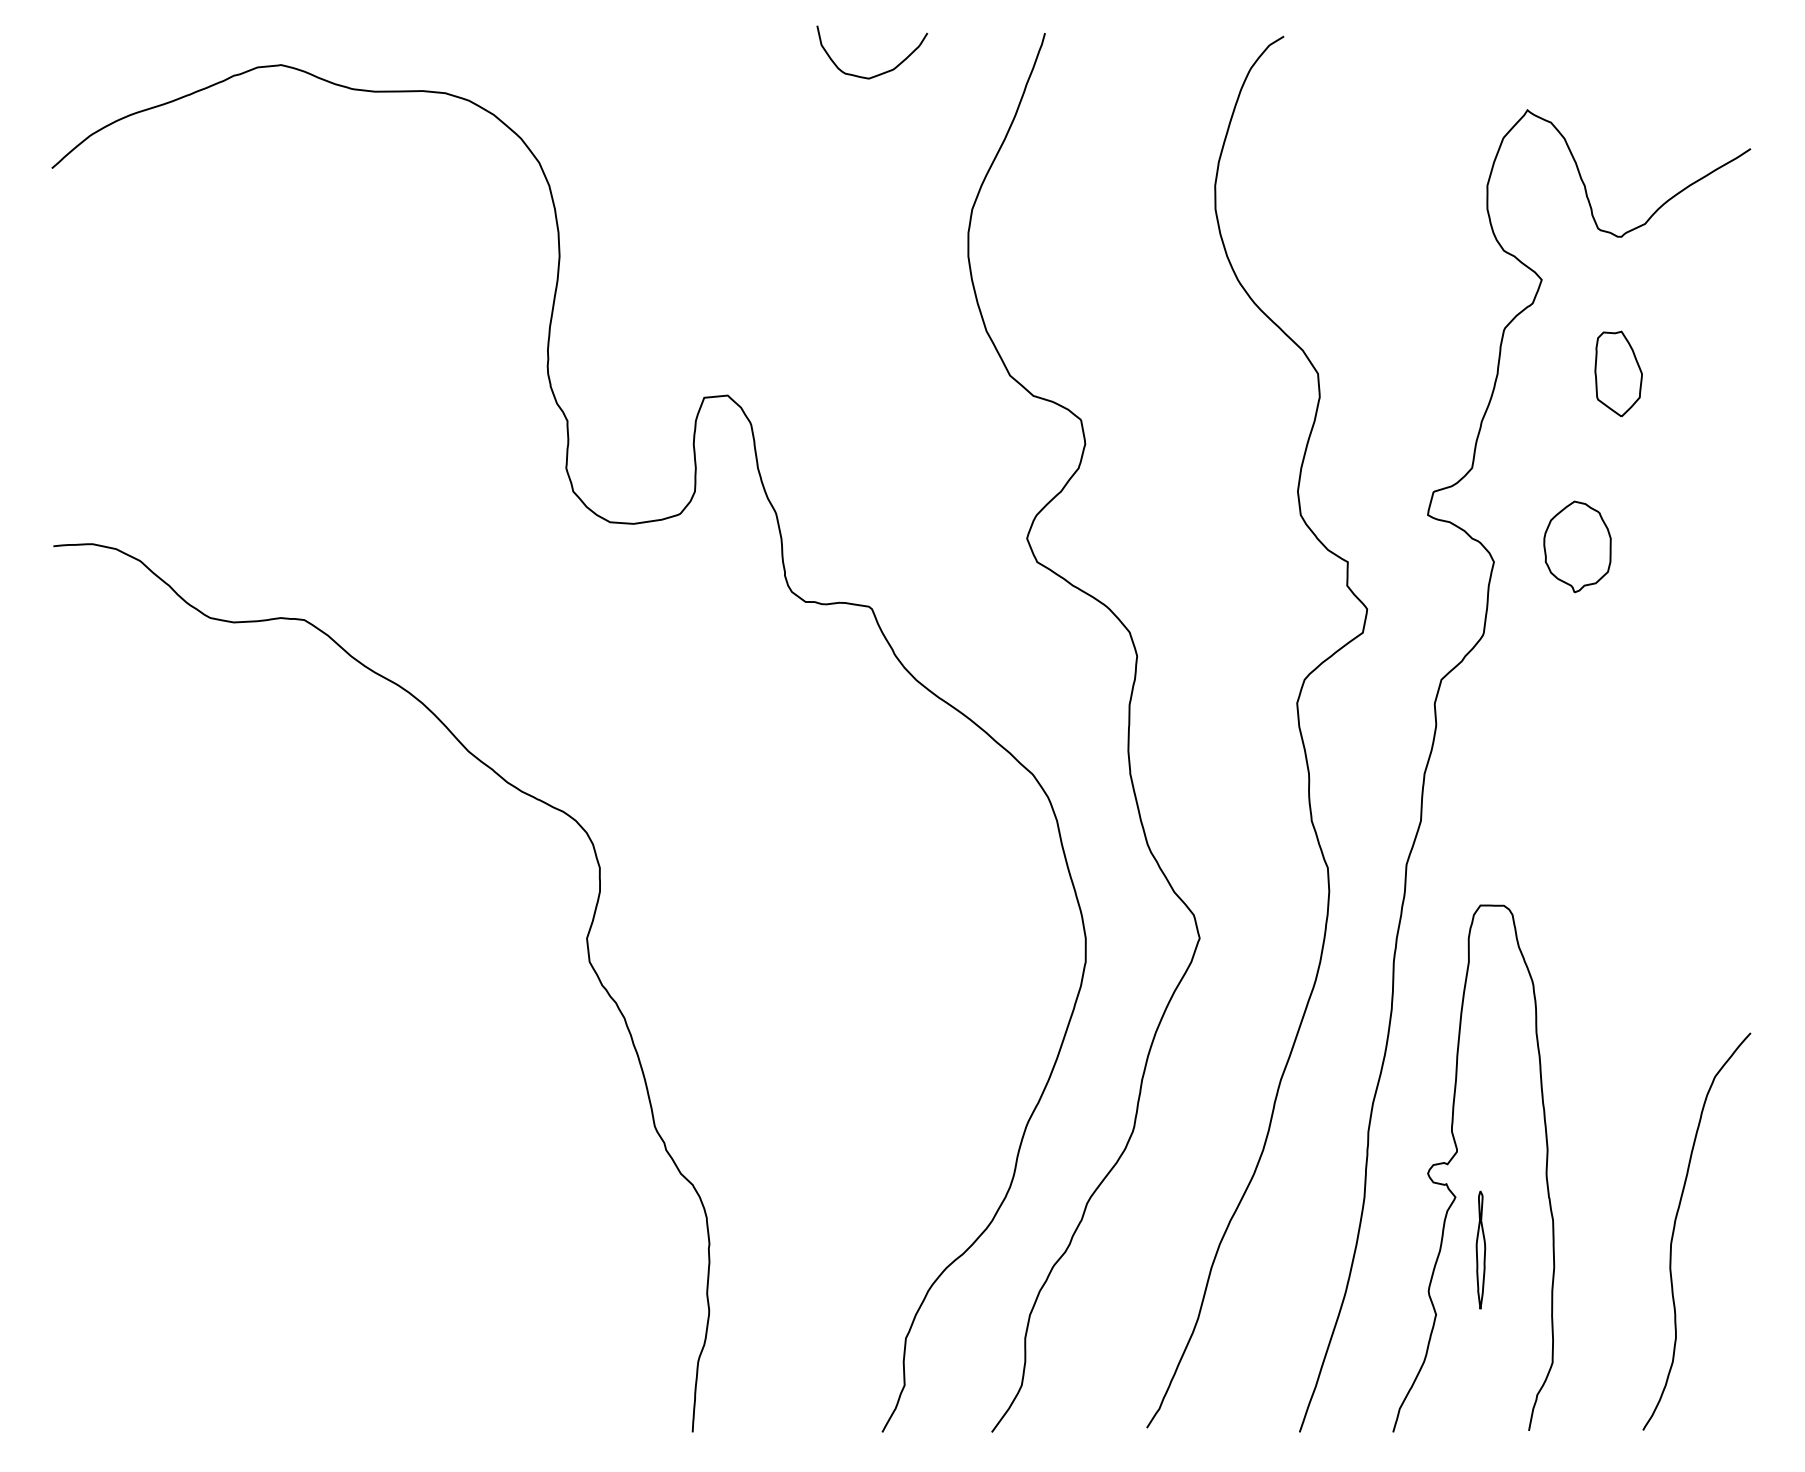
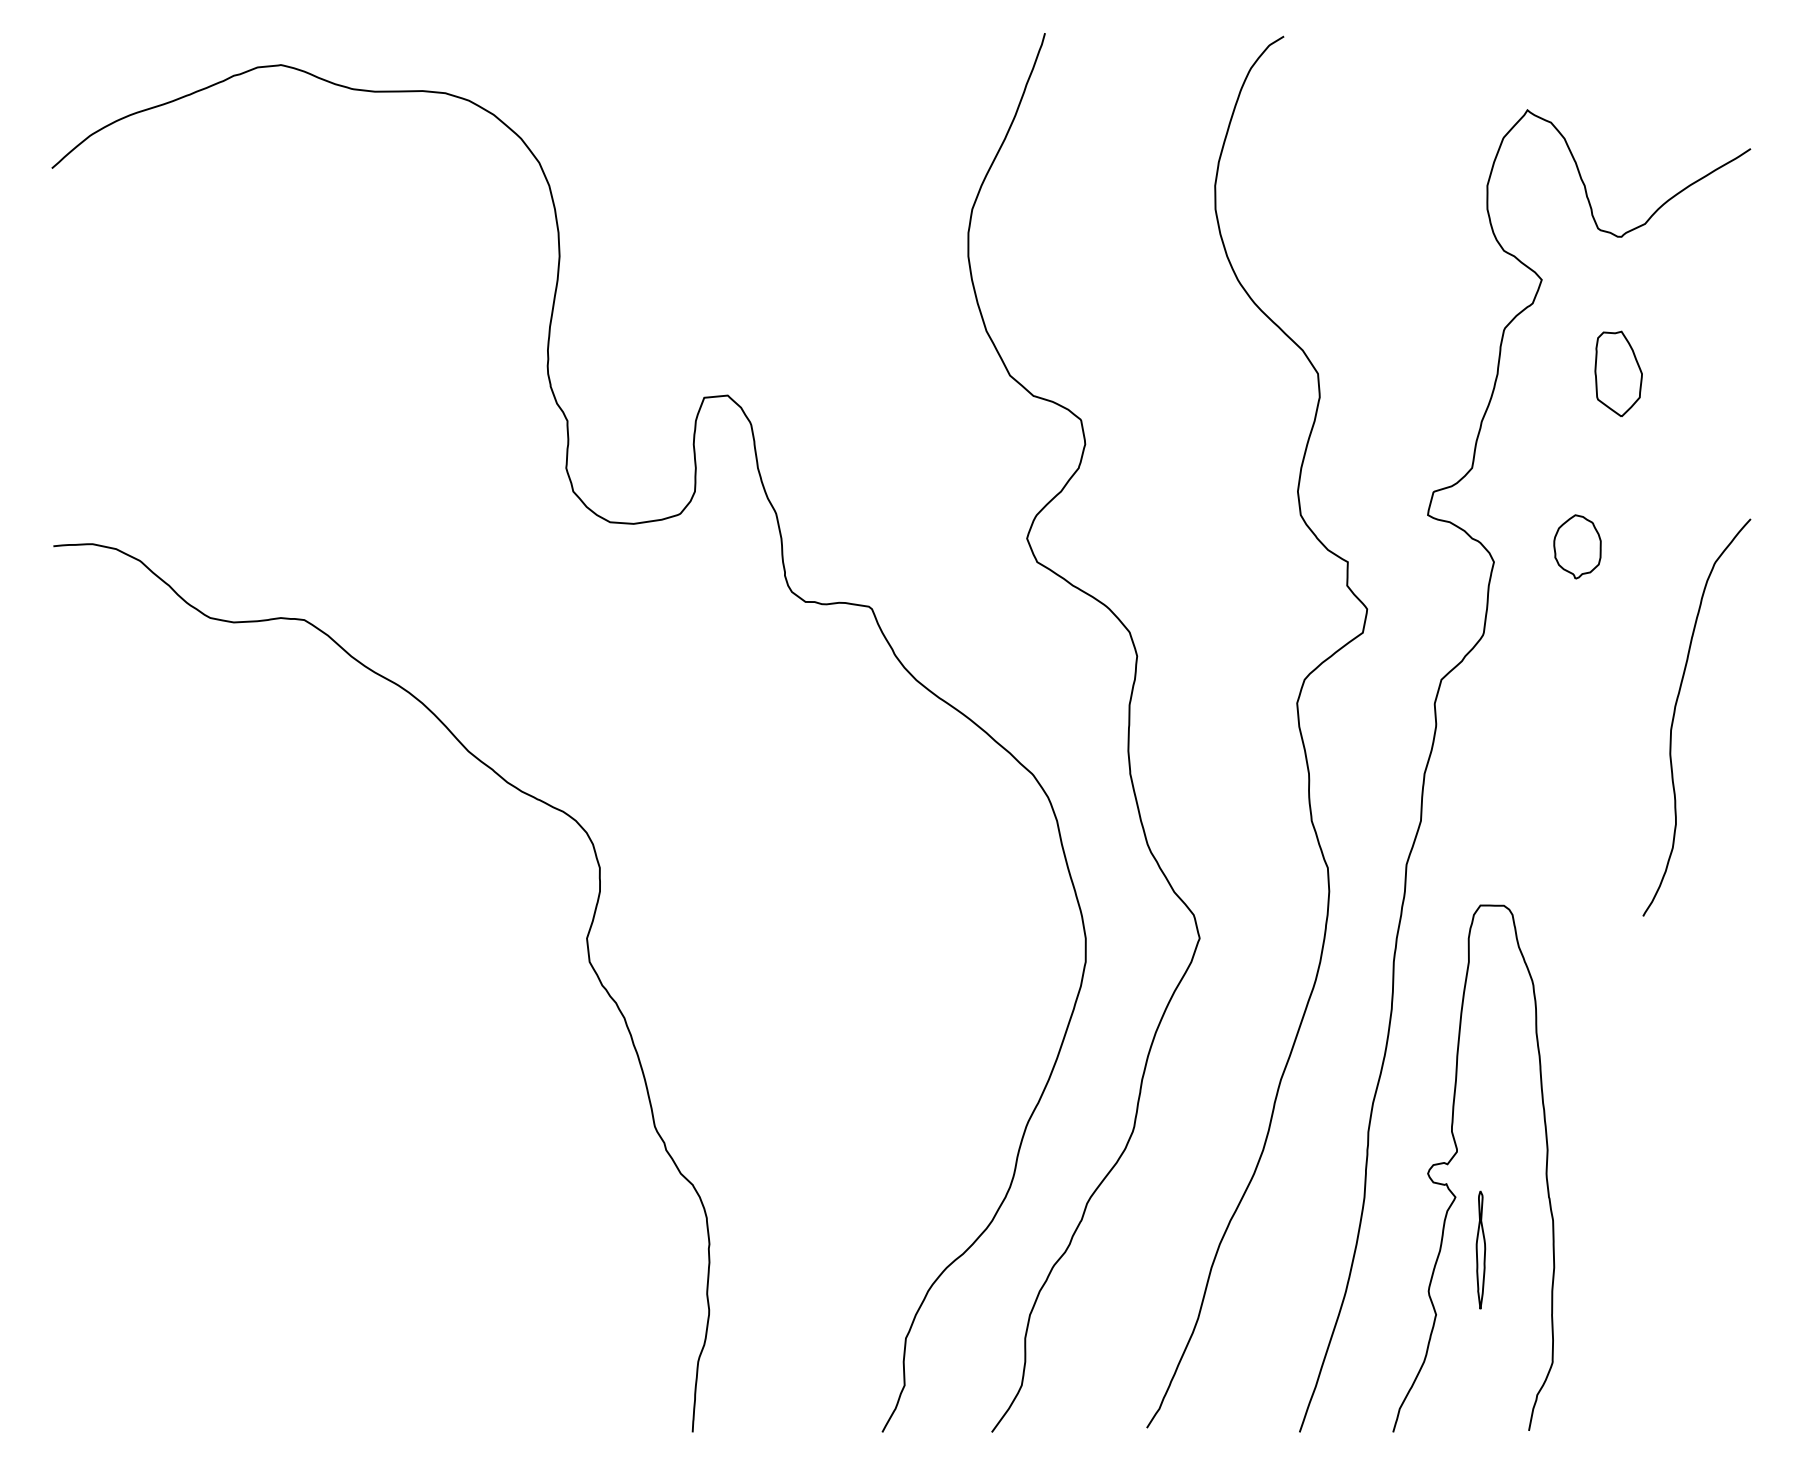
curve at (879, 73): present -> none
part at (1577, 546) size: 69x94 px -> 49x66 px
curve at (1675, 1227) position: (1675, 1227) -> (1675, 713)
